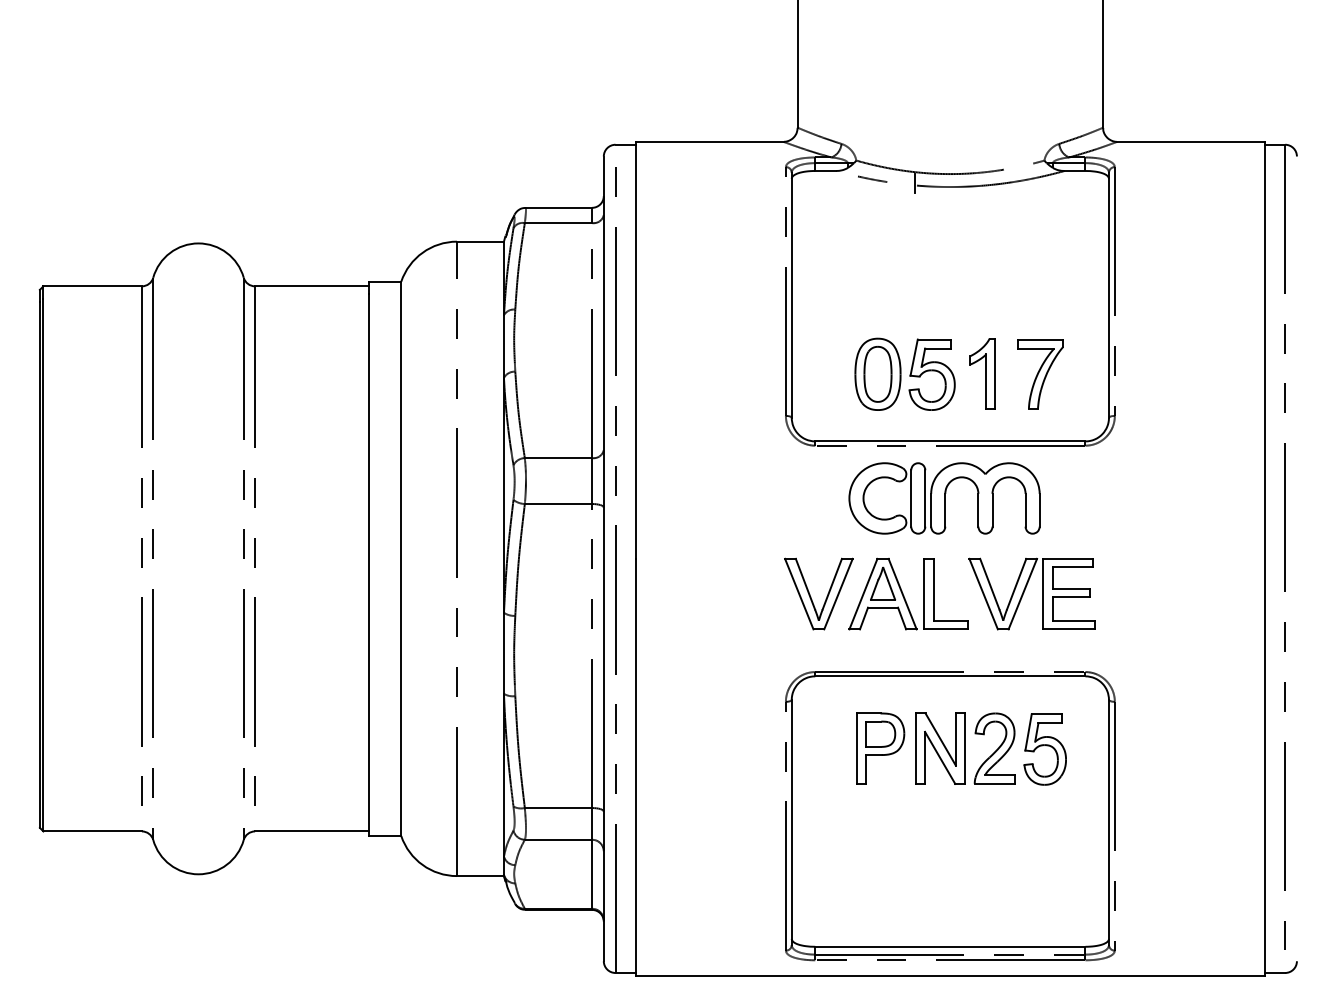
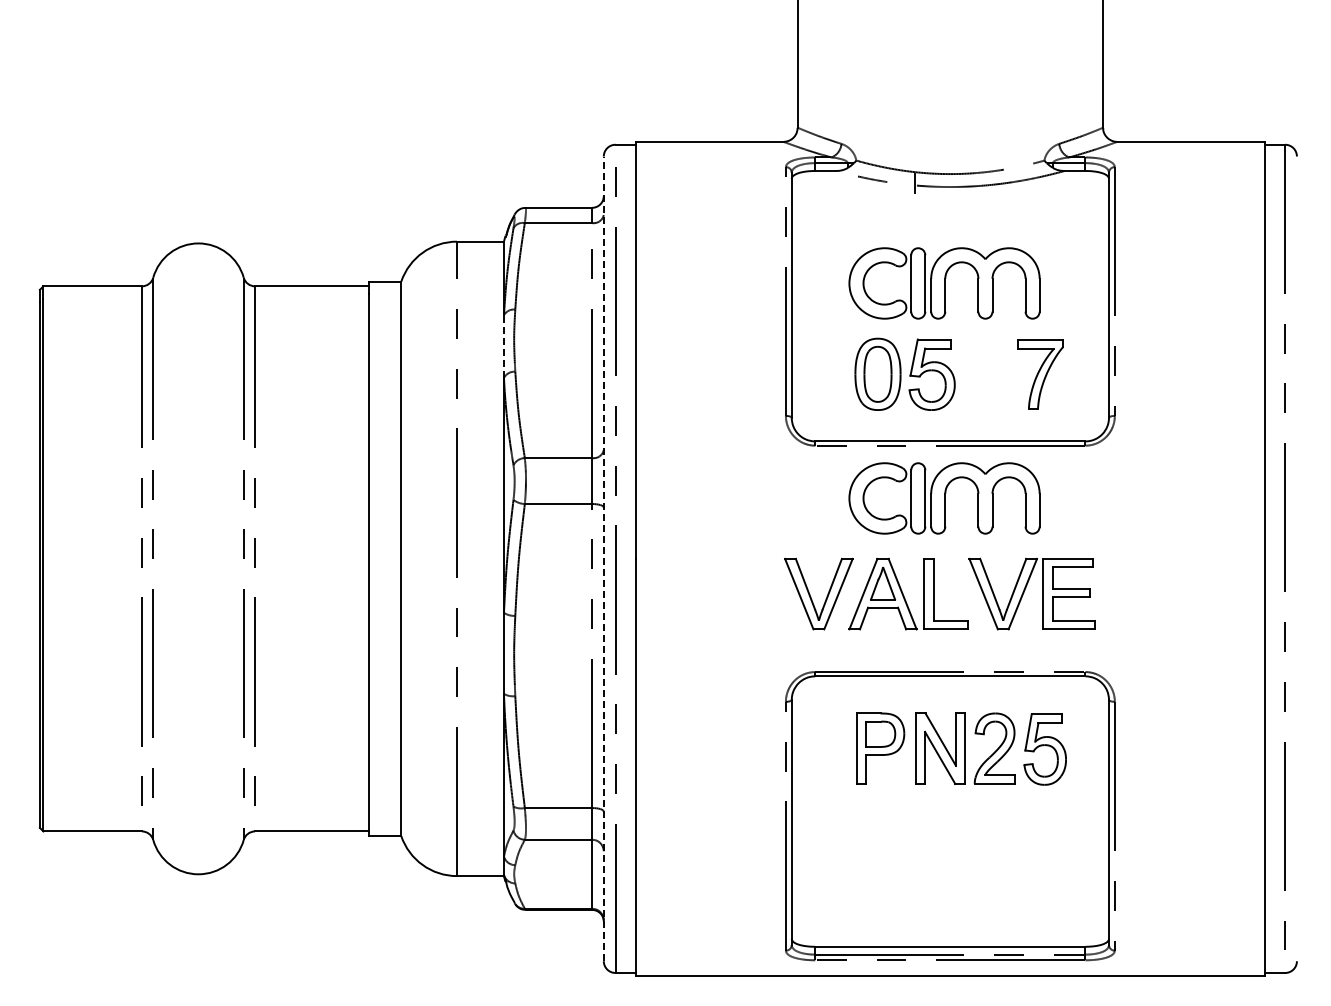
part at (944, 283): none -> present
line at (503, 346): solid -> dashed
part at (982, 373): present -> none
line at (603, 558): solid -> dashed
